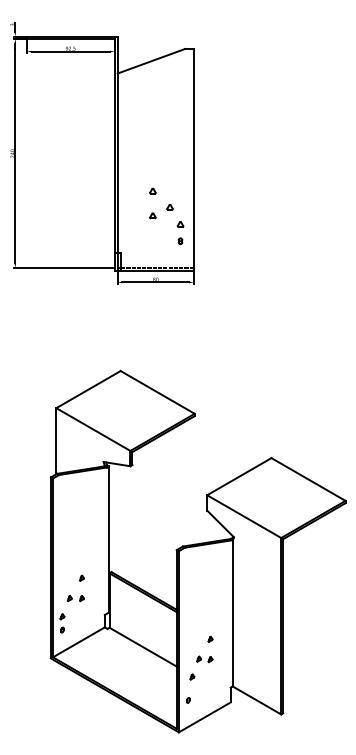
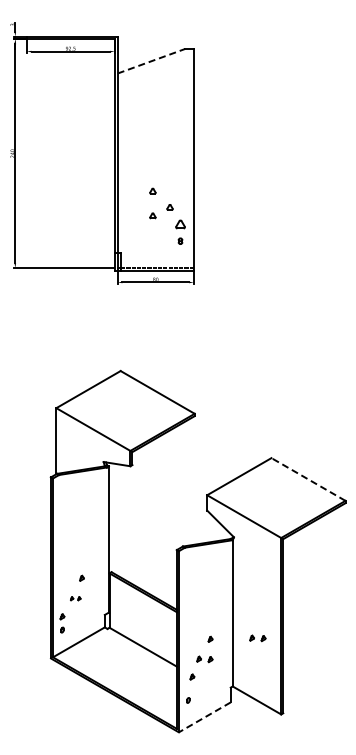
line at (151, 61): solid -> dashed
part at (180, 224) size: 9x7 px -> 11x11 px
line at (308, 479): solid -> dashed
part at (75, 598) size: 19x8 px -> 12x6 px
part at (257, 638): none -> present
line at (204, 717): solid -> dashed
